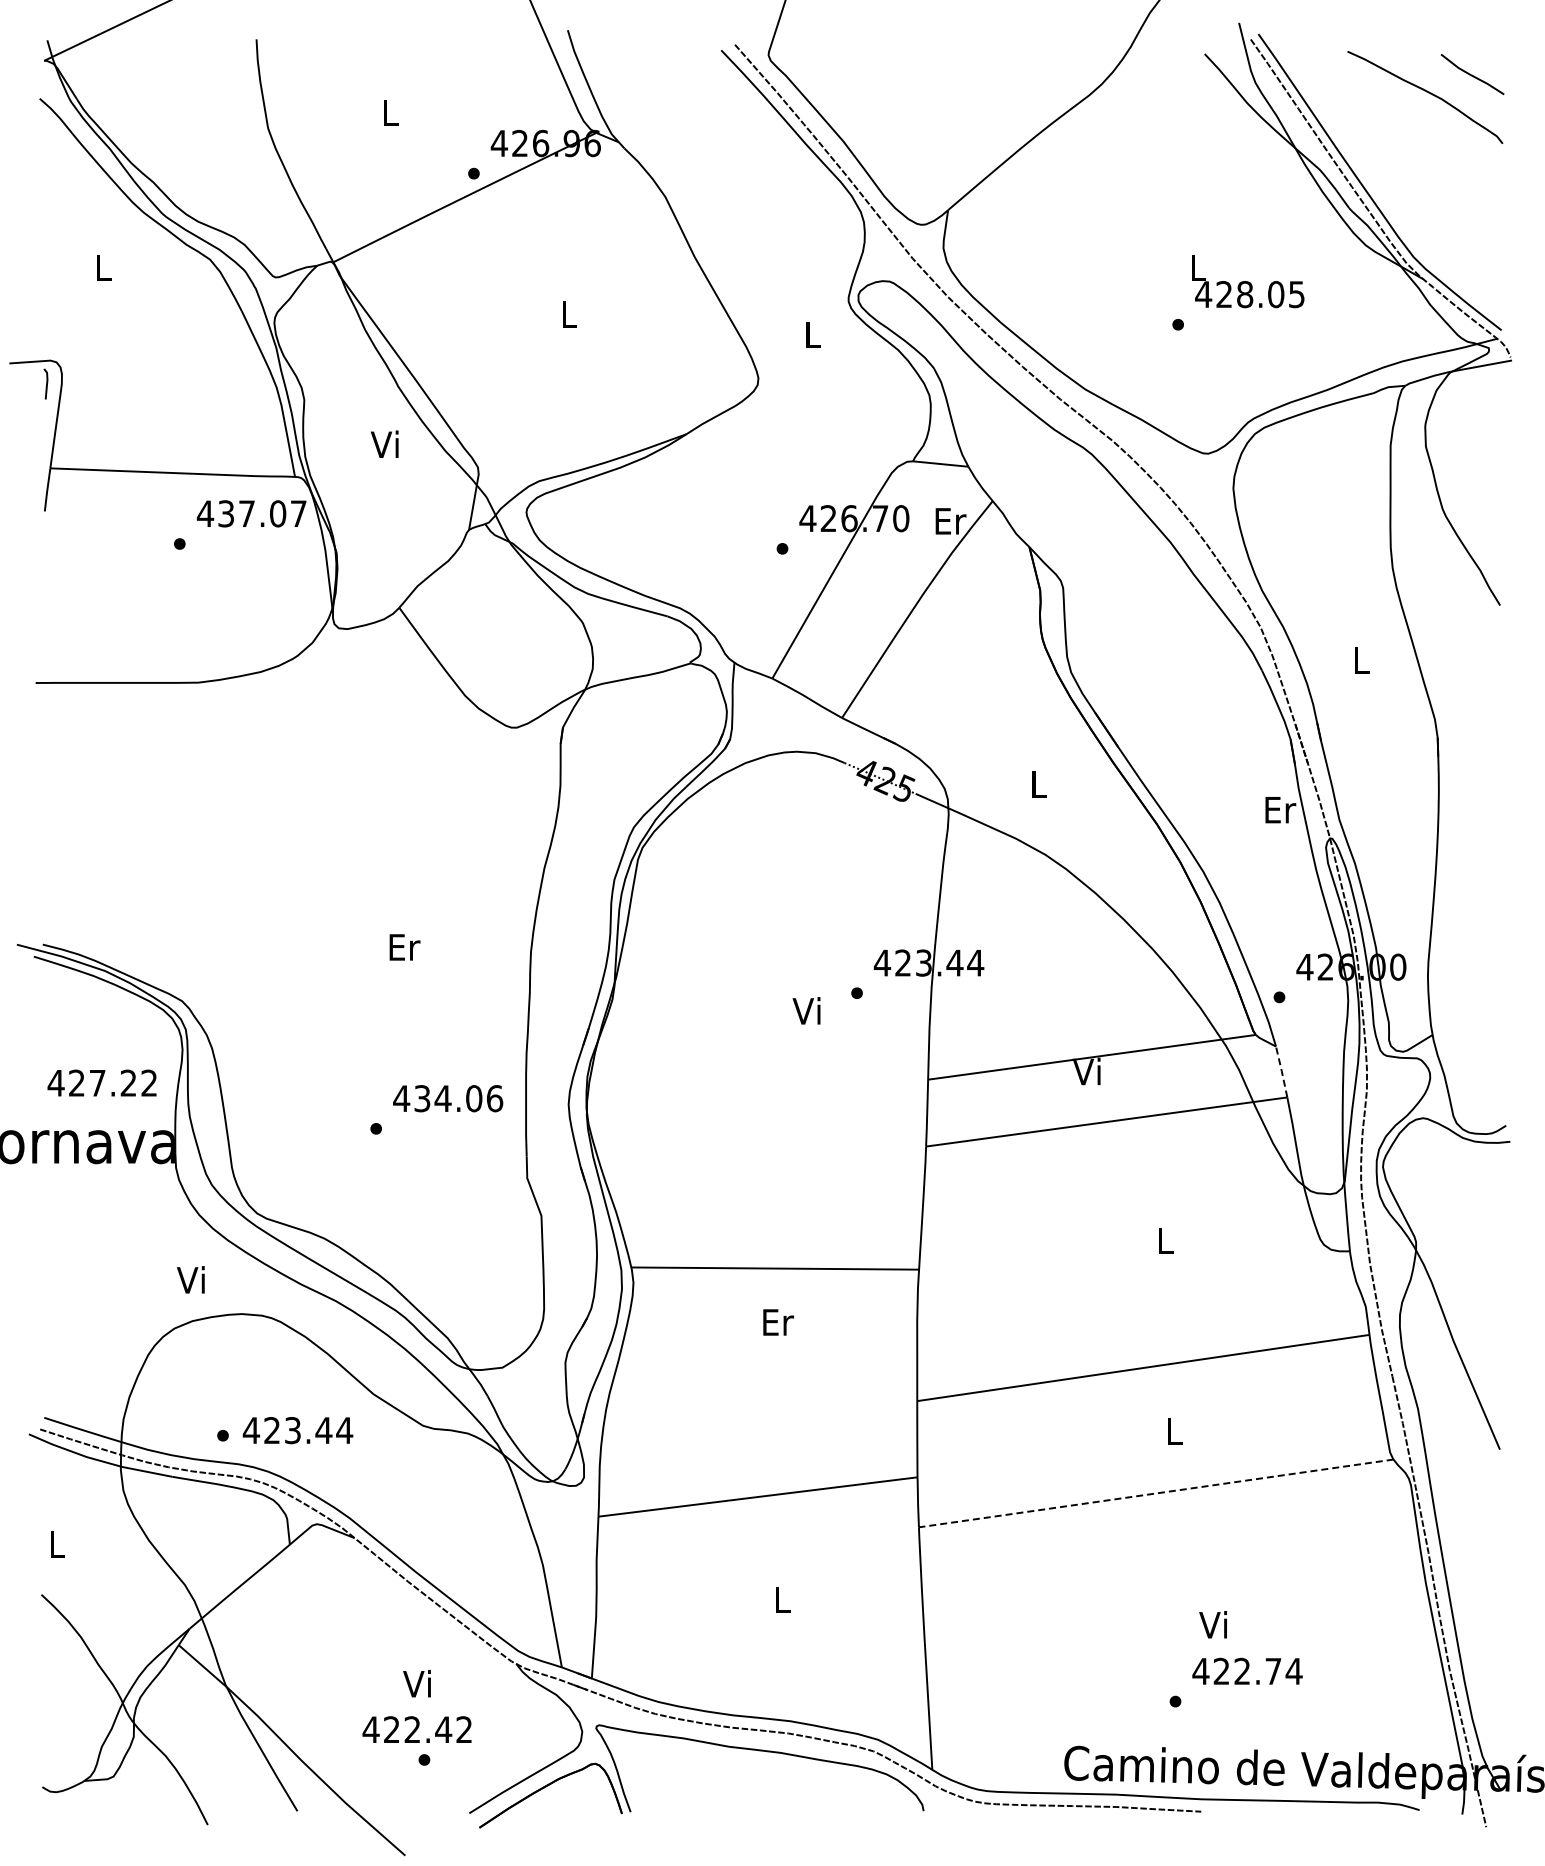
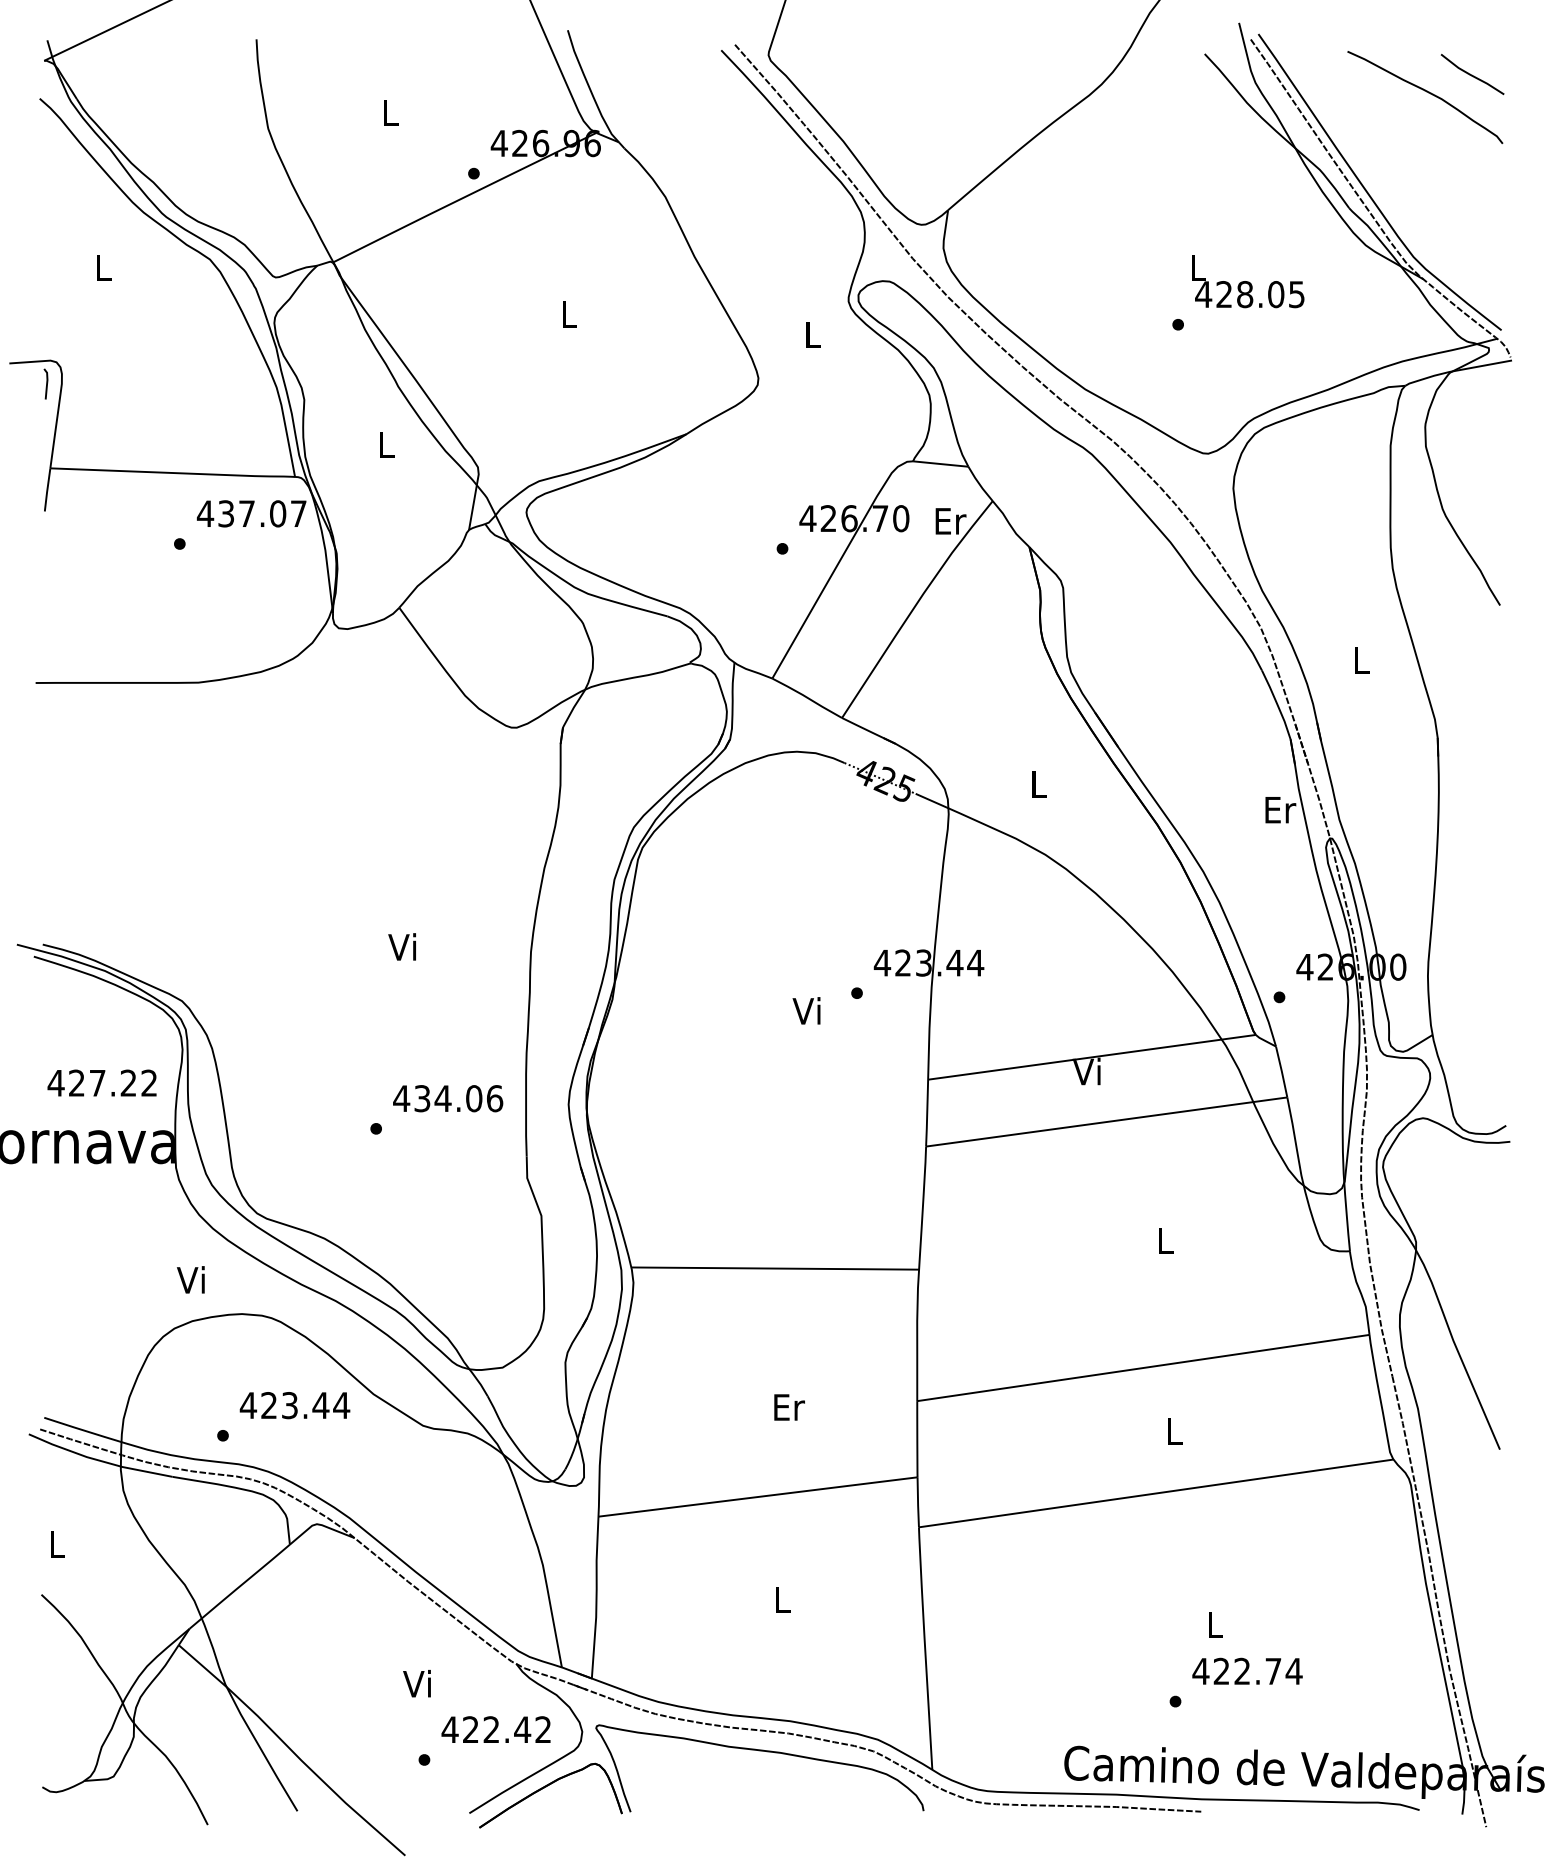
text at (384, 443): Vi -> L
text at (404, 946): Er -> Vi
line at (1281, 1071): dashed -> solid
text at (778, 1322) position: (778, 1322) -> (789, 1407)
text at (297, 1430) position: (297, 1430) -> (294, 1405)
line at (1156, 1493): dashed -> solid
text at (1212, 1624): Vi -> L
text at (416, 1729) position: (416, 1729) -> (495, 1729)
